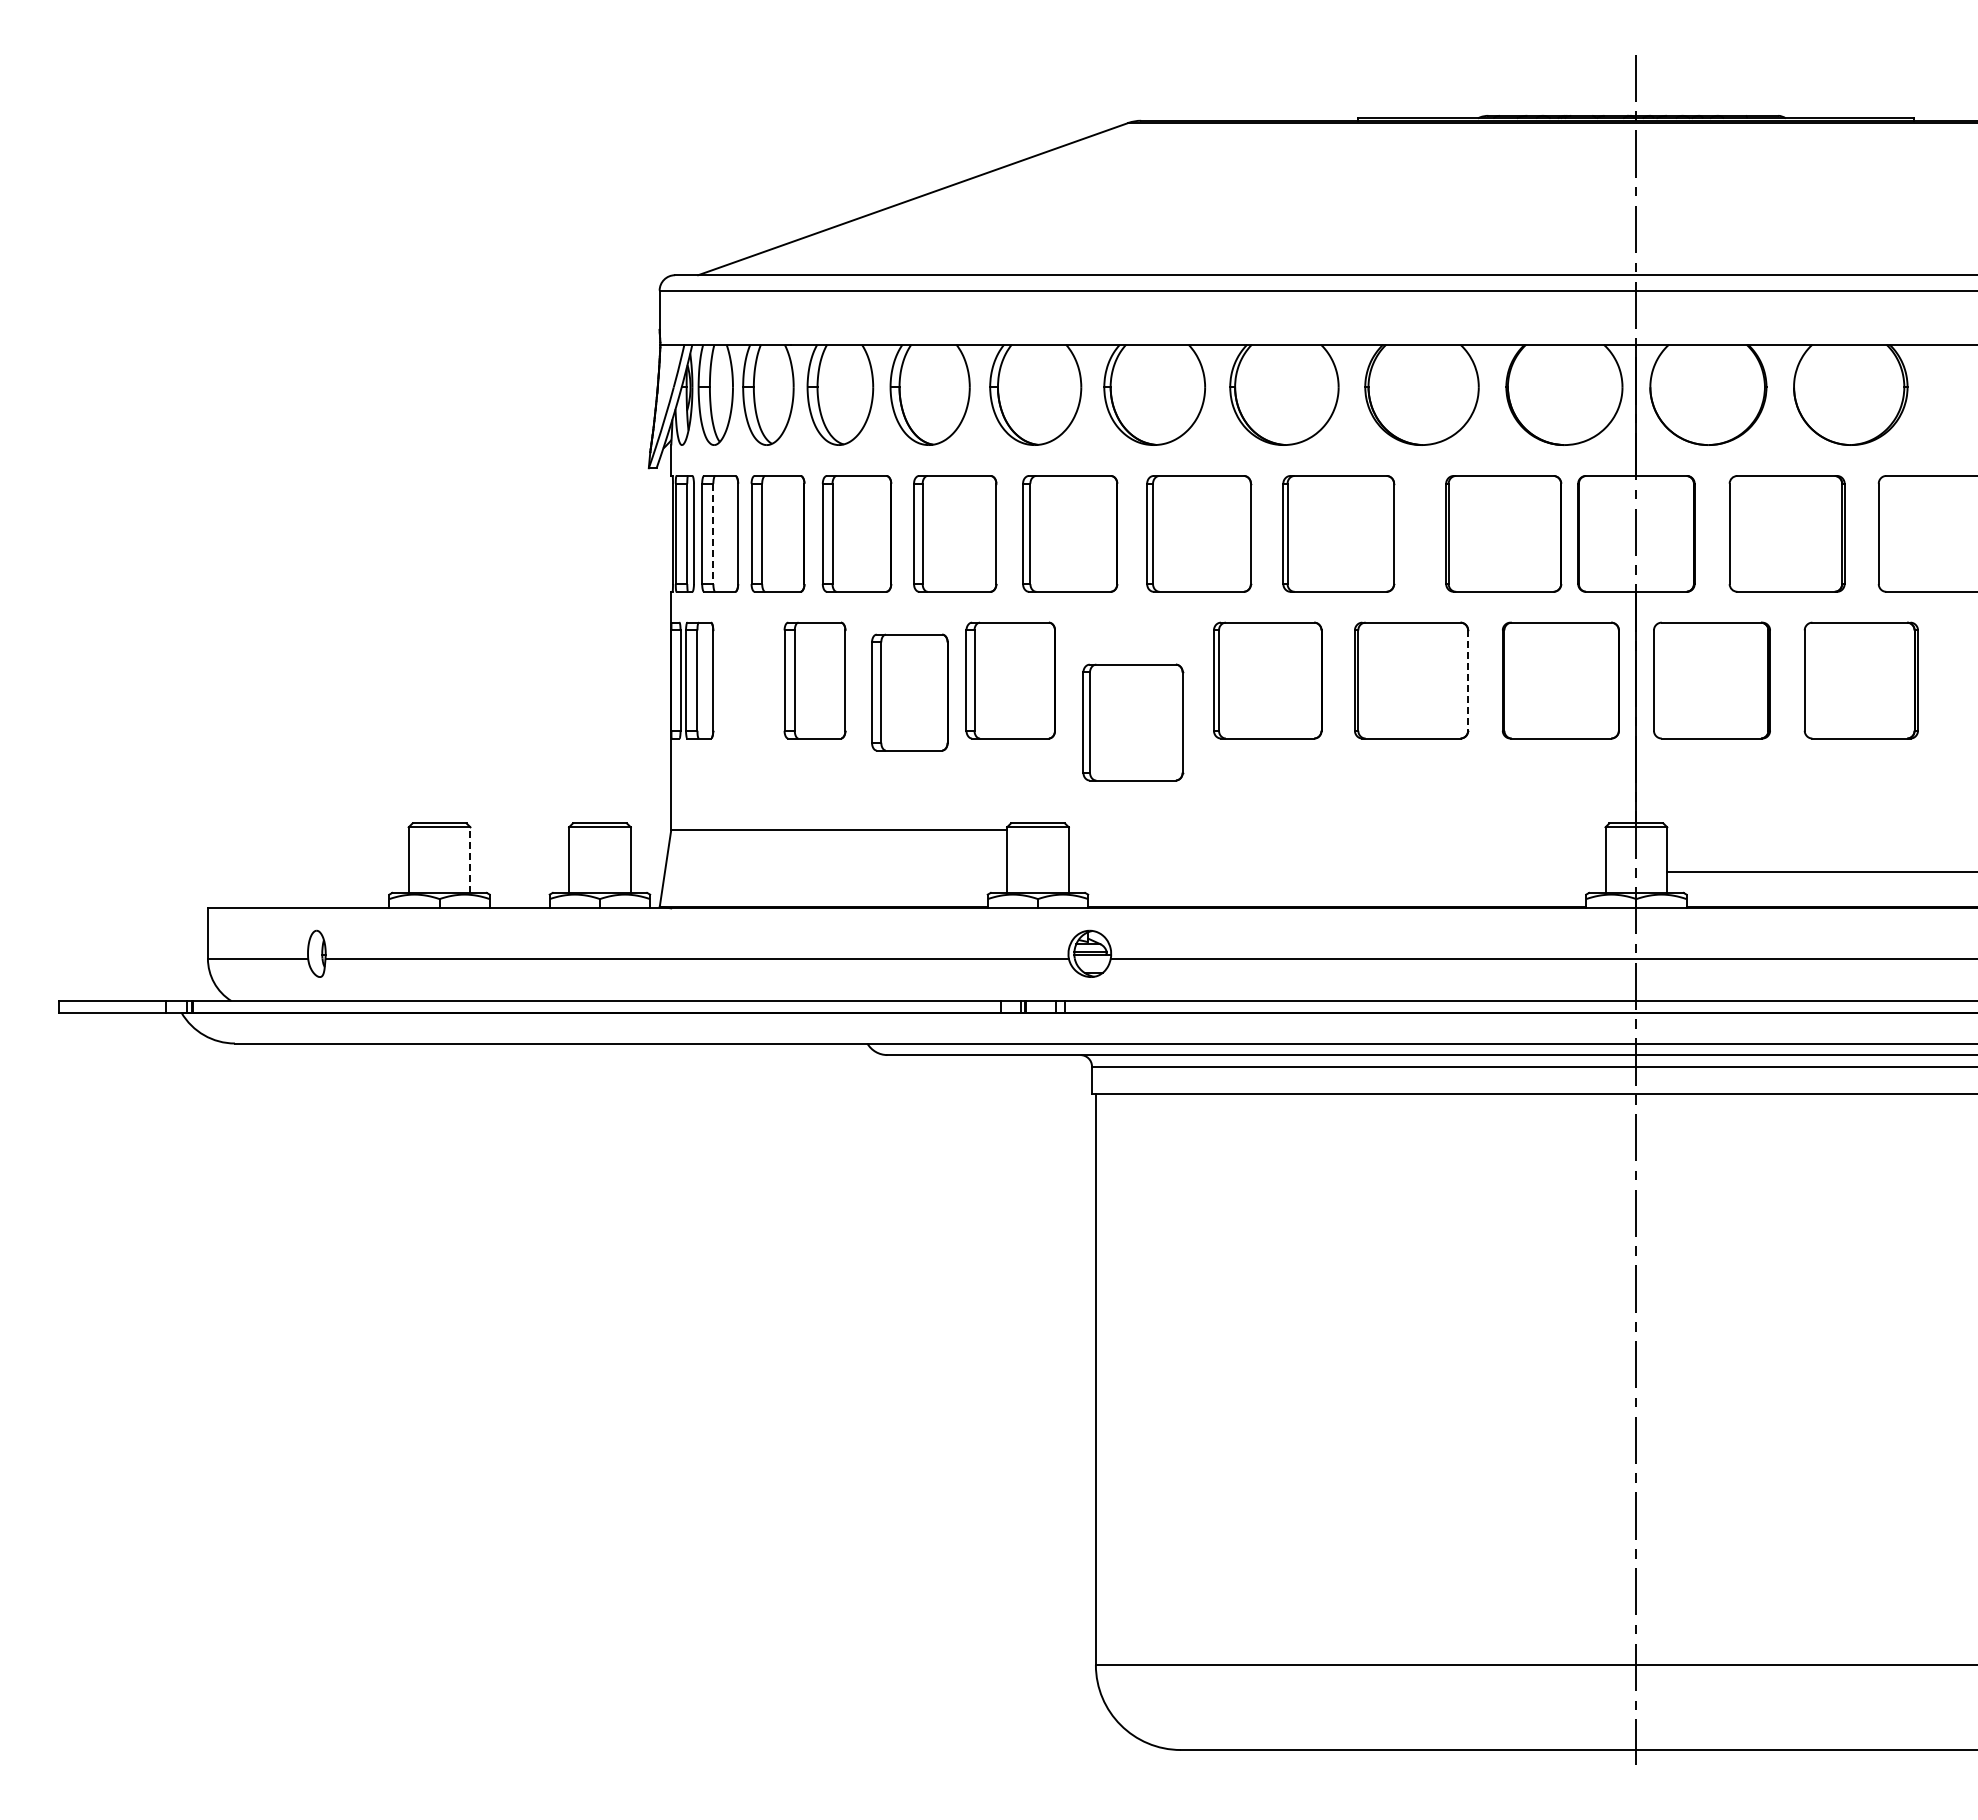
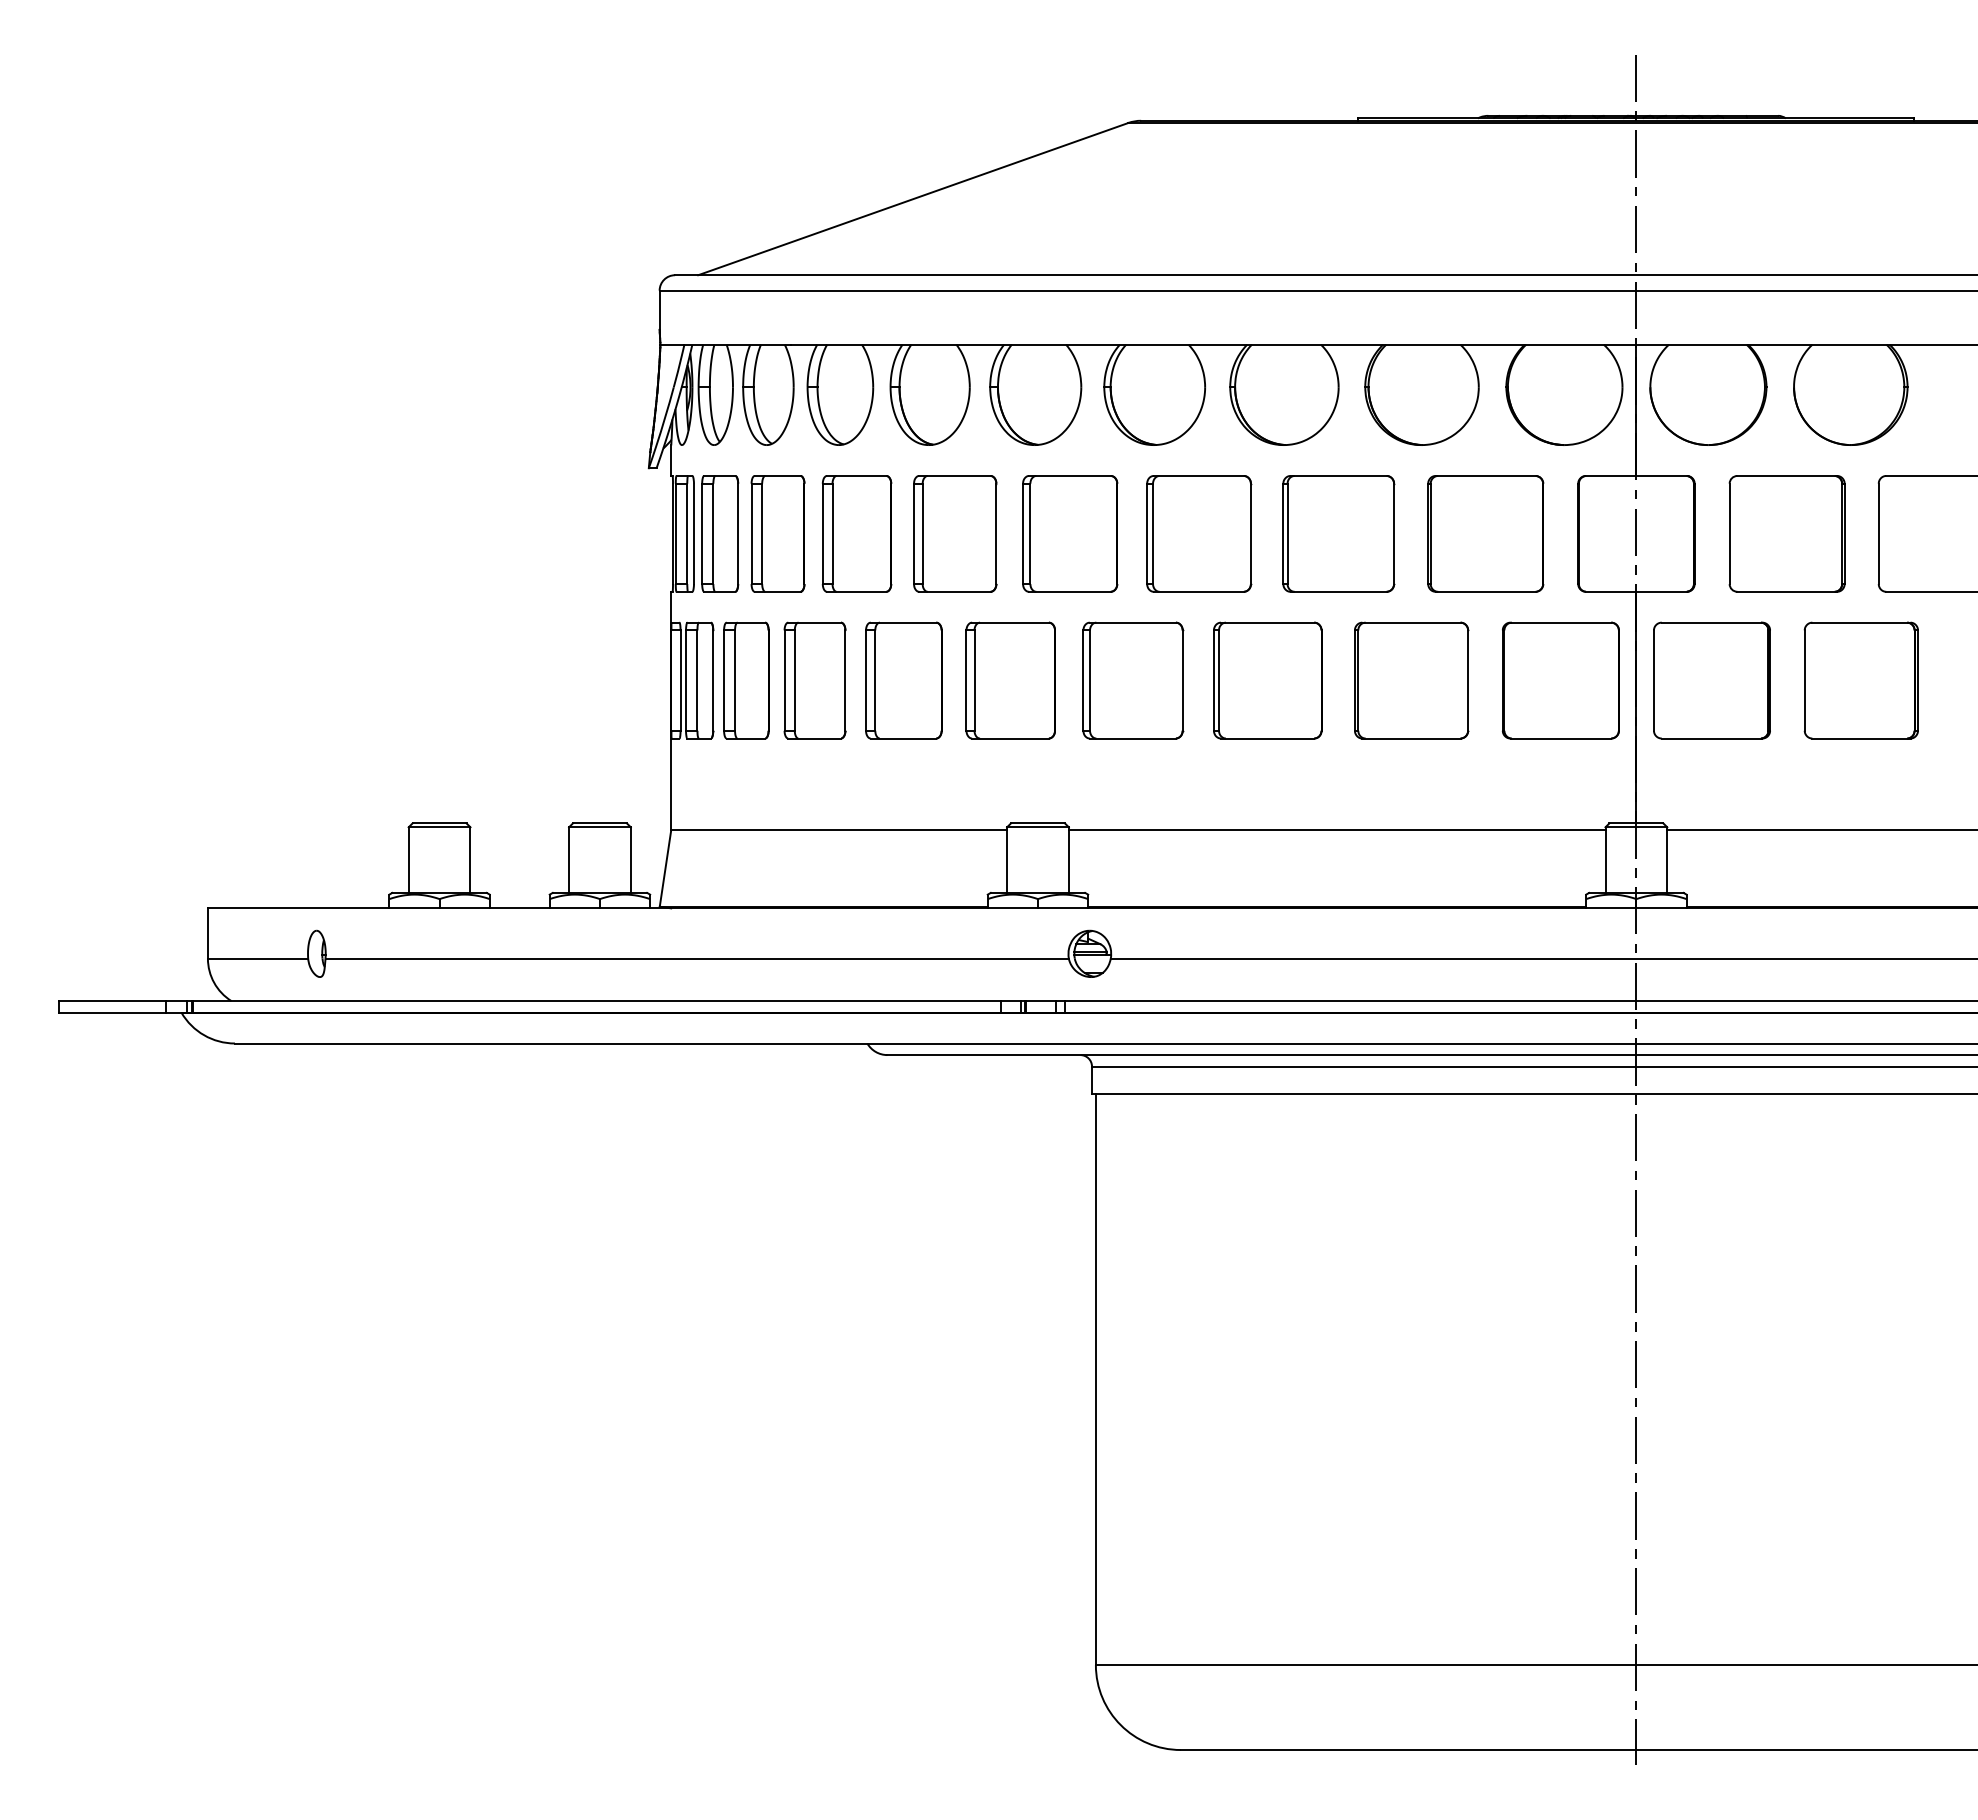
part at (1503, 533) position: (1503, 533) -> (1485, 533)
line at (713, 534): dashed -> solid
part at (746, 680): none -> present
line at (1468, 681): dashed -> solid
part at (909, 692) position: (909, 692) -> (903, 680)
part at (1133, 722) position: (1133, 722) -> (1133, 680)
line at (1336, 830): none -> present
line at (470, 860): dashed -> solid
line at (1820, 872) position: (1820, 872) -> (1820, 830)
